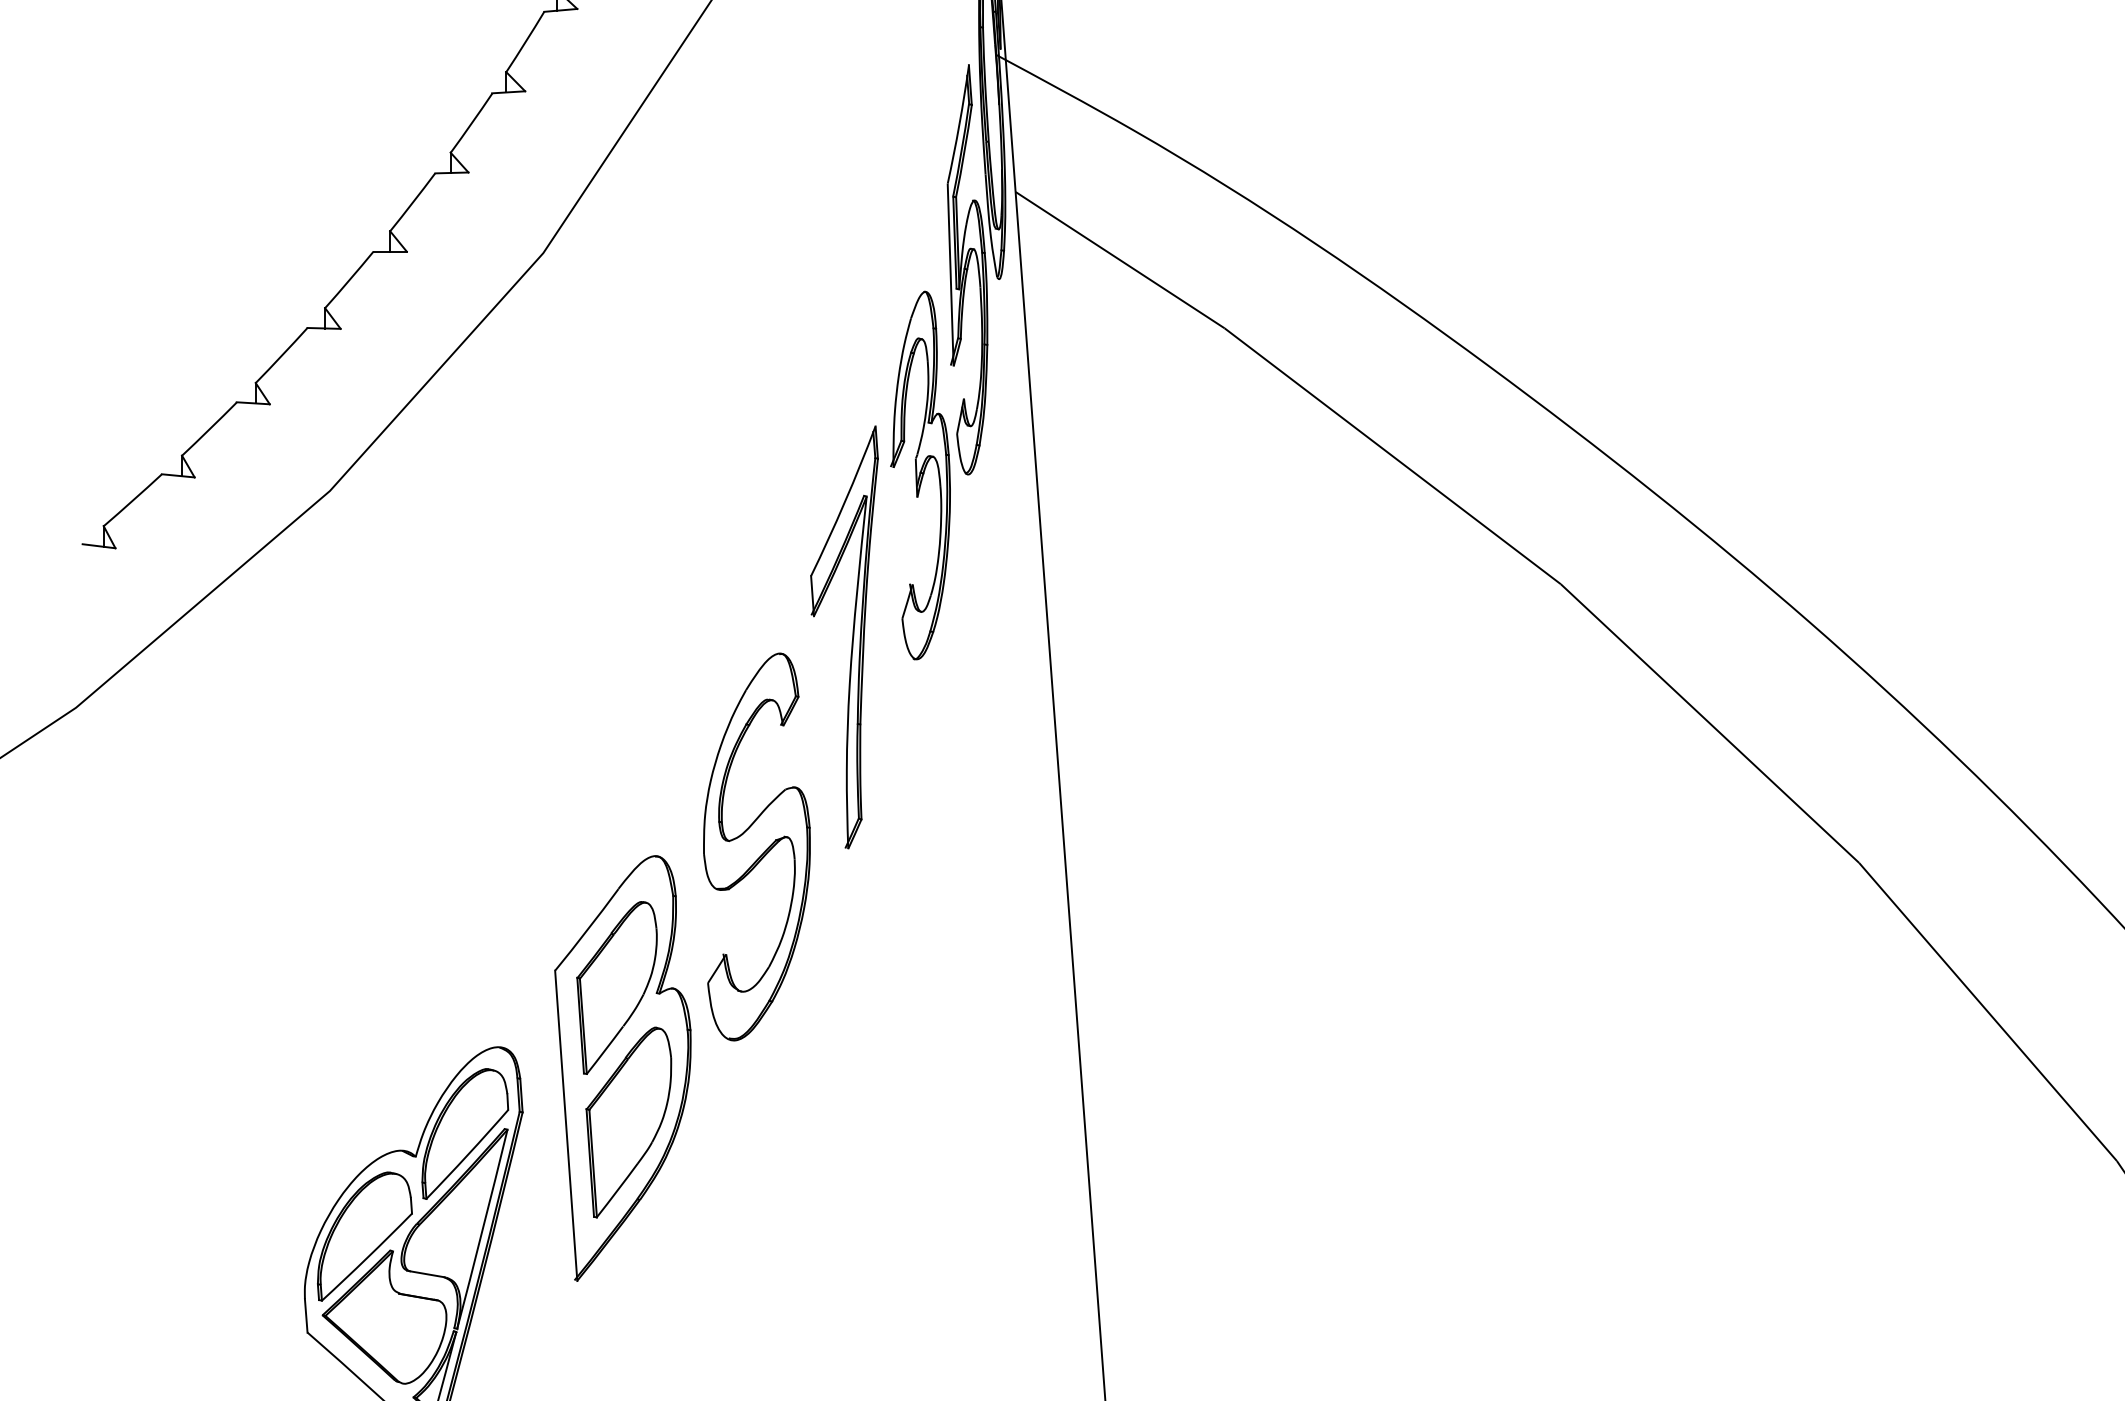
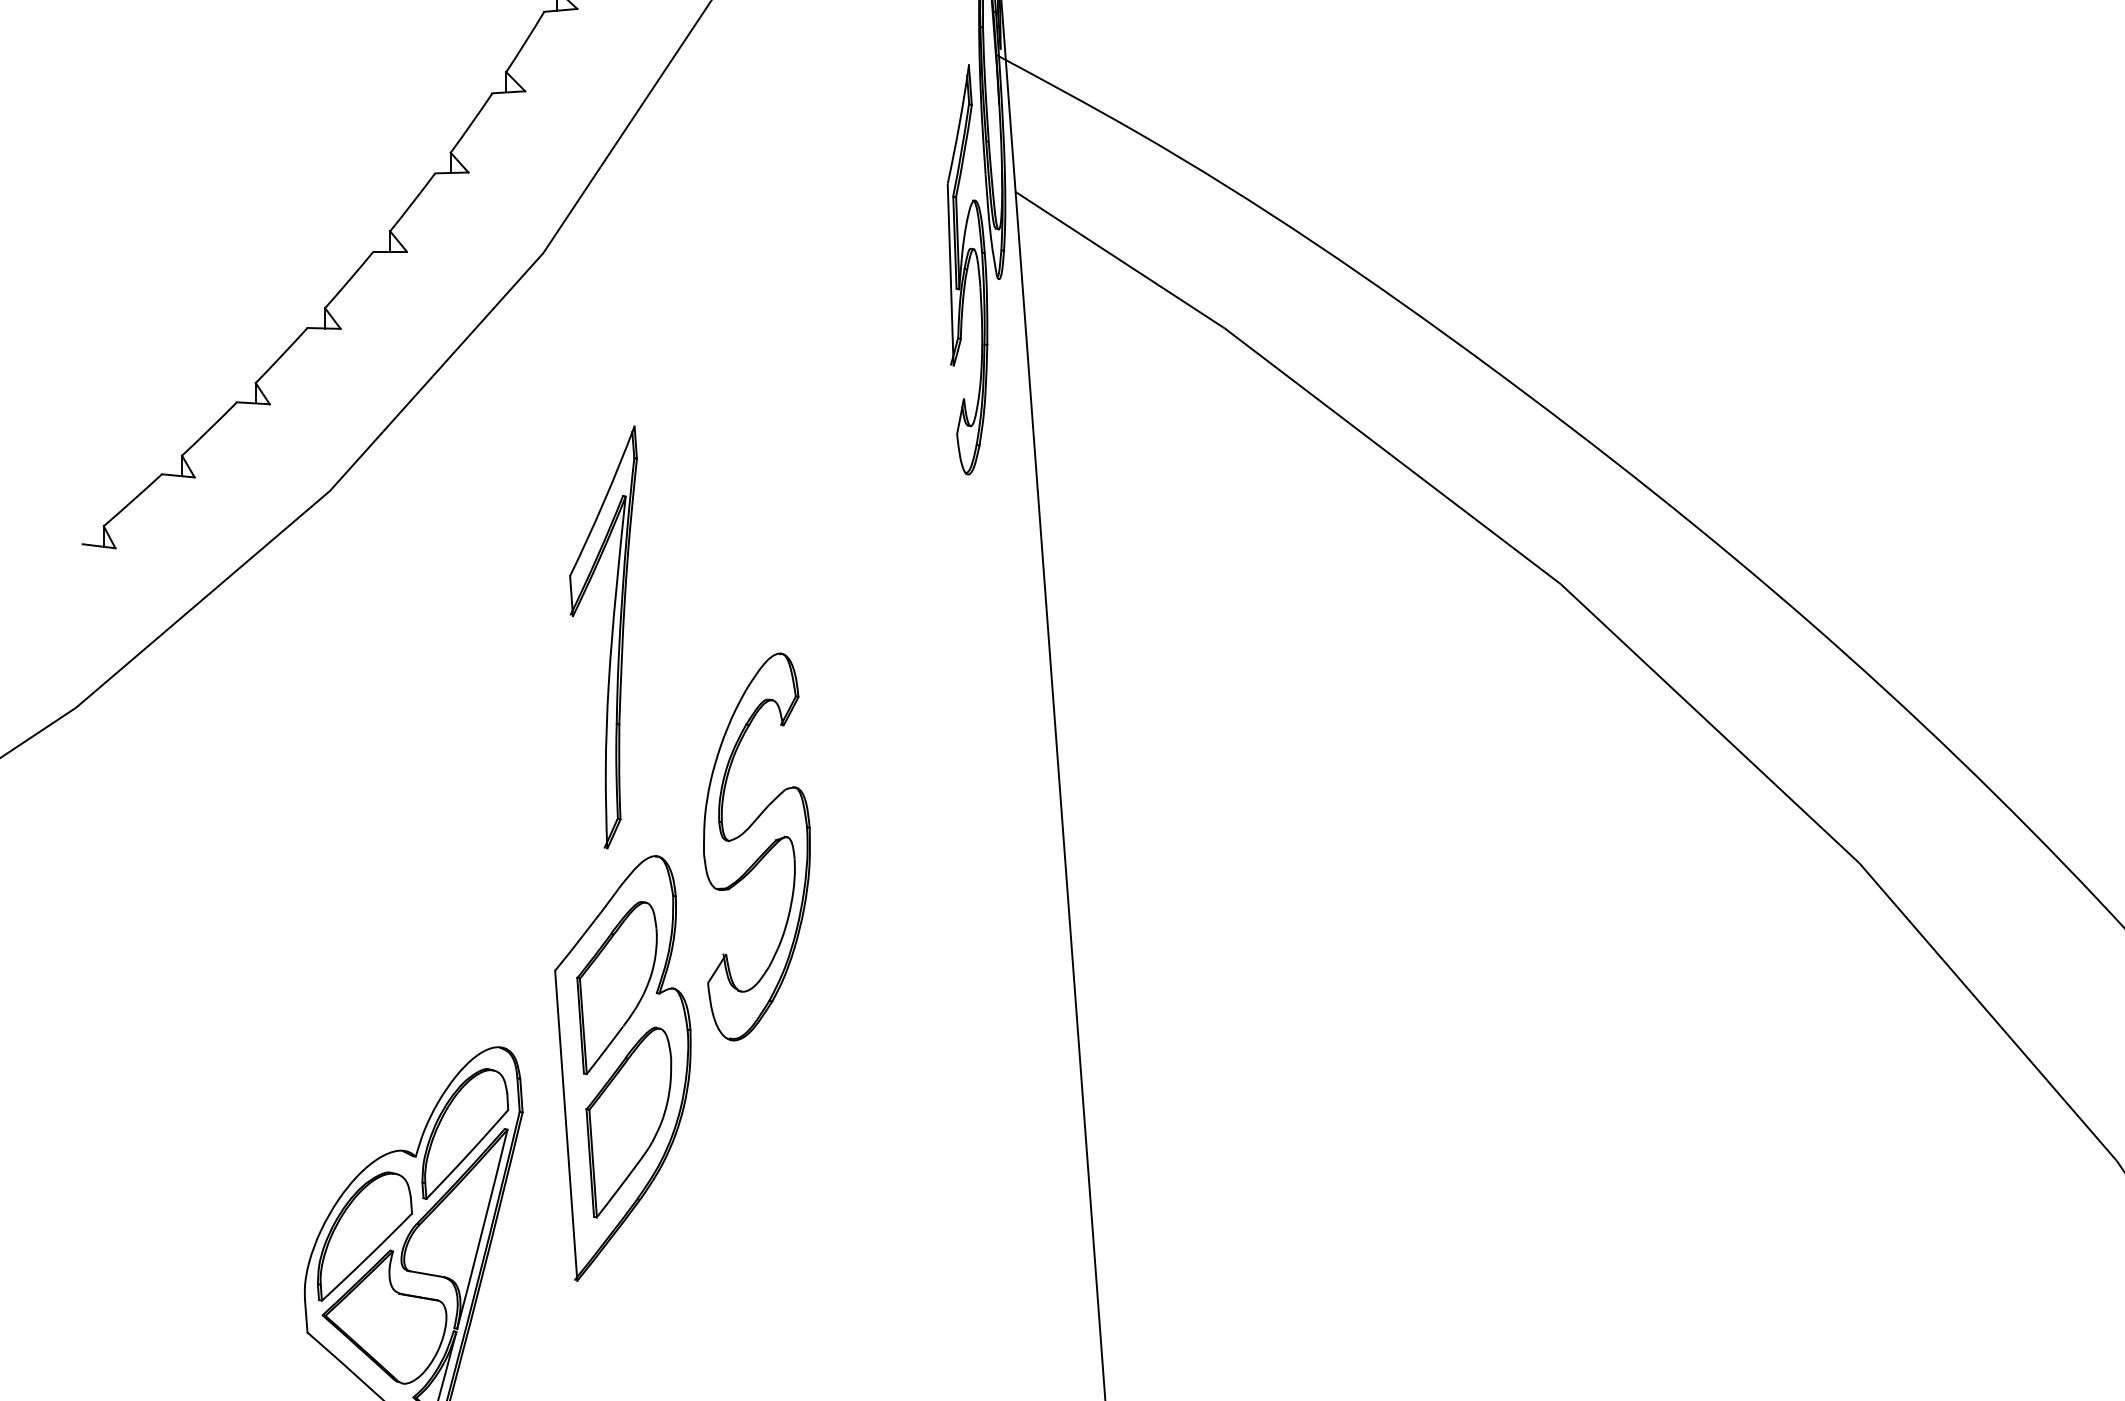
part at (920, 475): present -> none
part at (852, 637) position: (852, 637) -> (611, 637)
